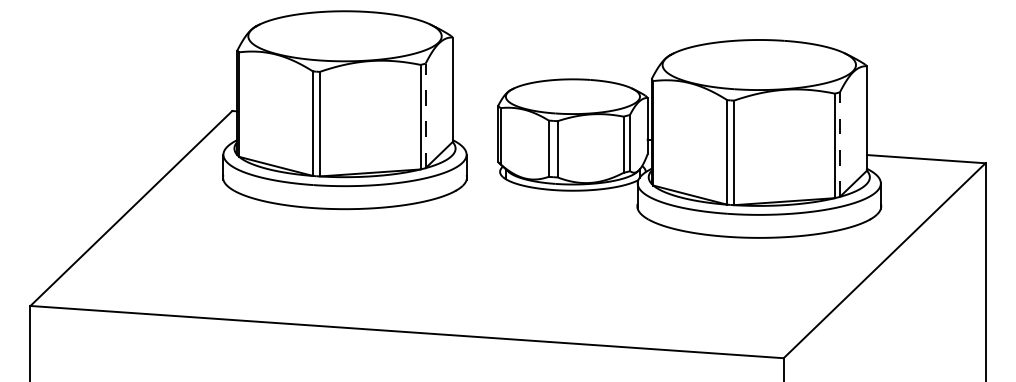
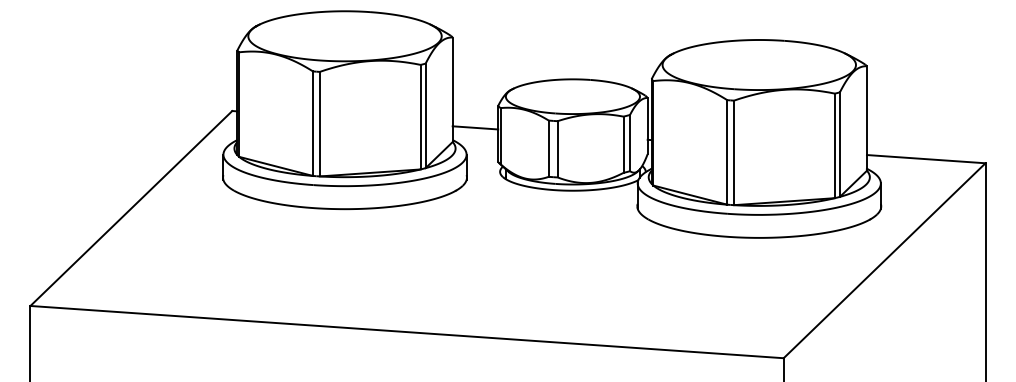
line at (425, 115): dashed -> solid
line at (475, 127): none -> present
line at (839, 144): dashed -> solid
